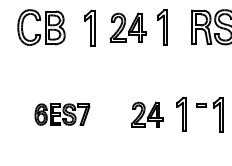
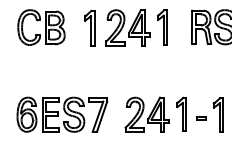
part at (127, 27) size: 38x31 px -> 46x38 px
part at (201, 105) position: (201, 105) -> (201, 118)
part at (62, 114) size: 57x23 px -> 93x37 px
part at (147, 114) size: 33x27 px -> 46x37 px
